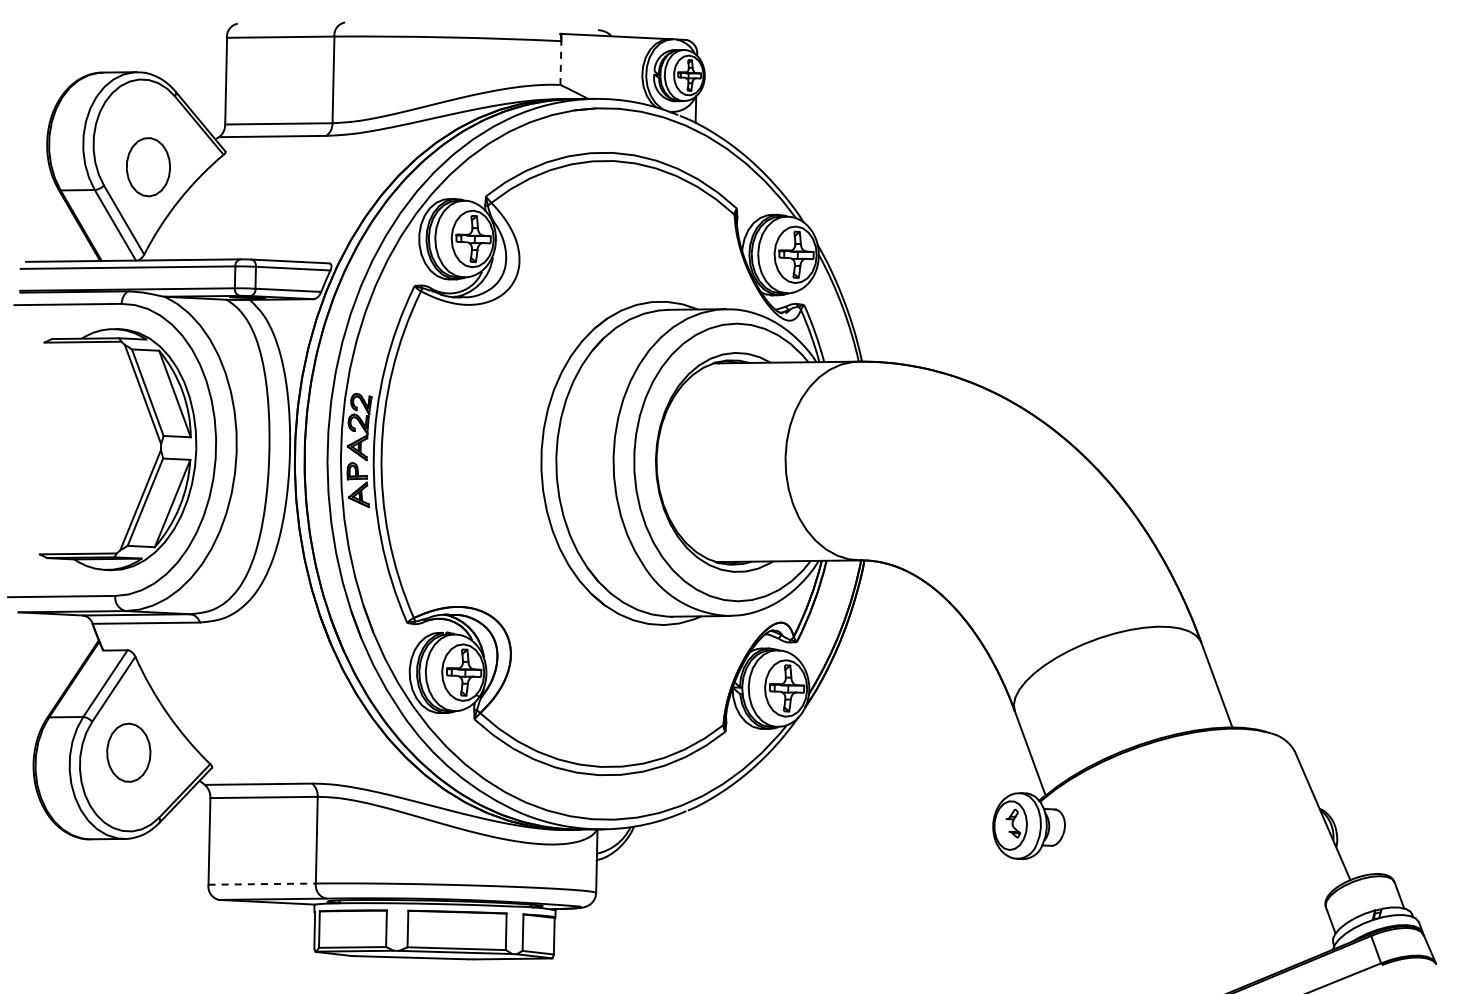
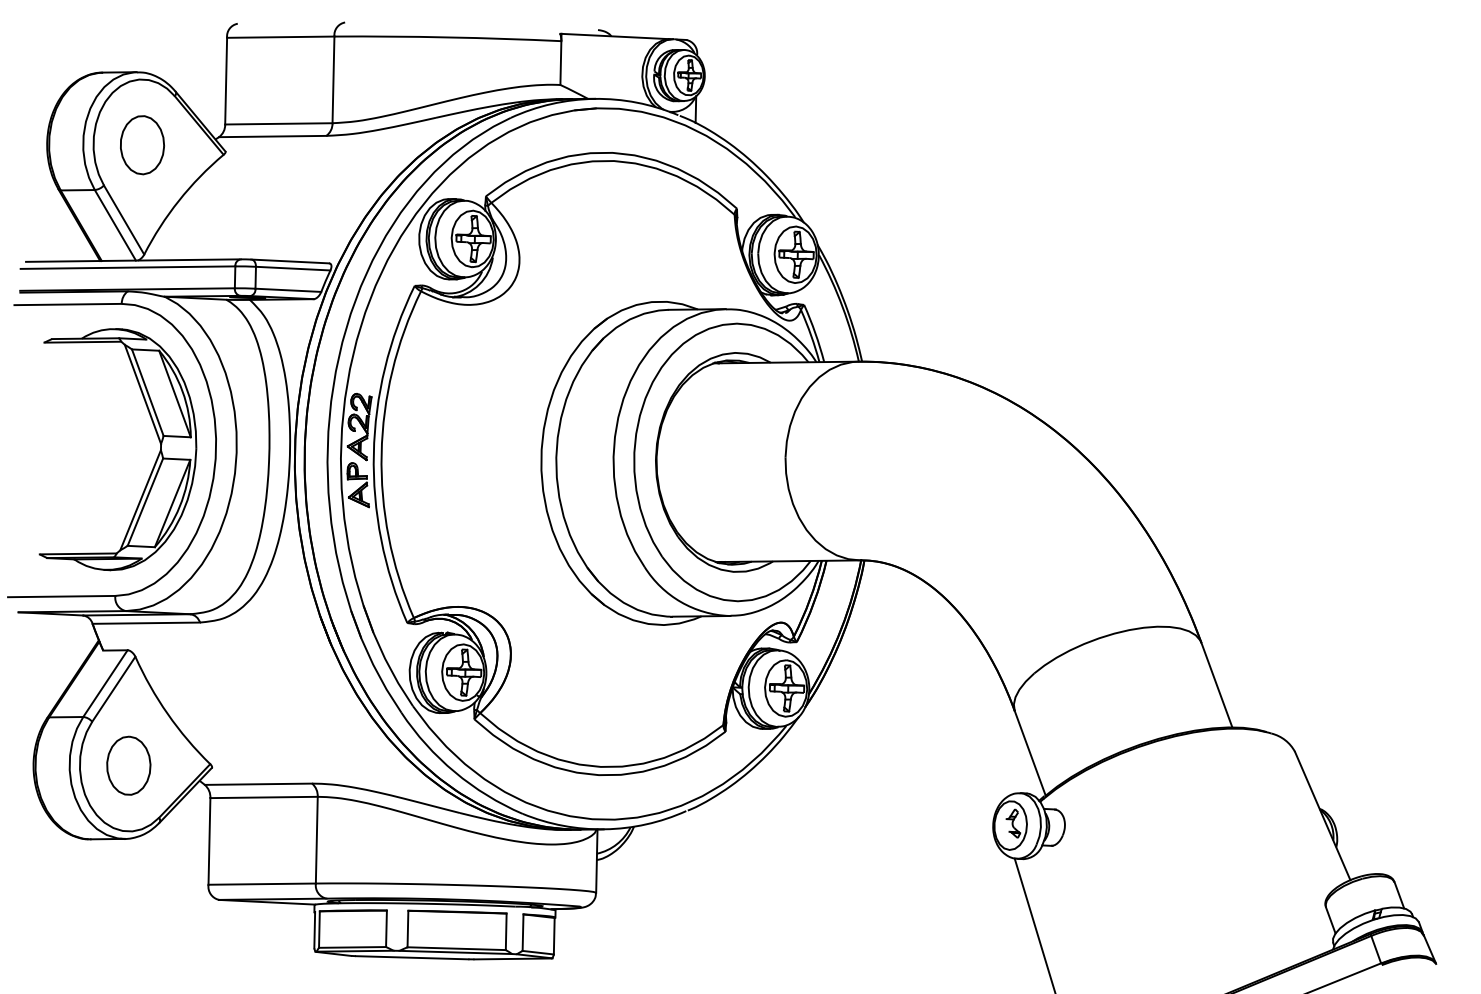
line at (560, 63): dashed -> solid
part at (148, 167) position: (148, 167) -> (142, 145)
part at (128, 752) position: (128, 752) -> (128, 765)
line at (262, 884): dashed -> solid
line at (1034, 924): none -> present
